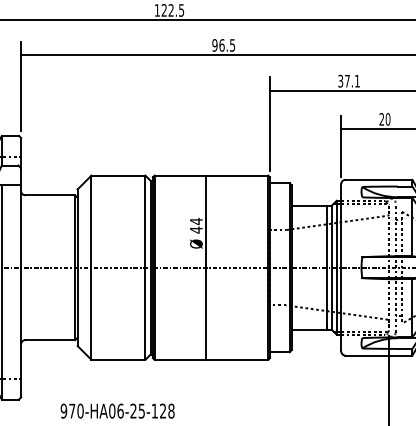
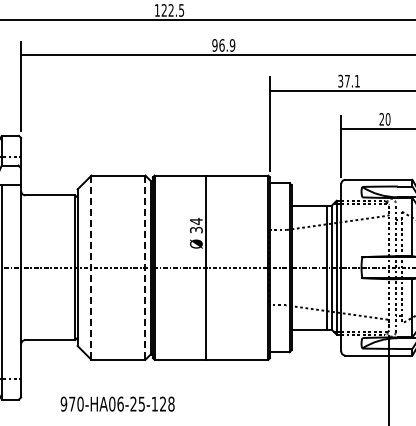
text at (232, 45): 96.5 -> 96.9
text at (196, 229): 44 -> 34
line at (91, 268): solid -> dashed
line at (145, 268): solid -> dashed
text at (117, 410) position: (117, 410) -> (117, 403)
